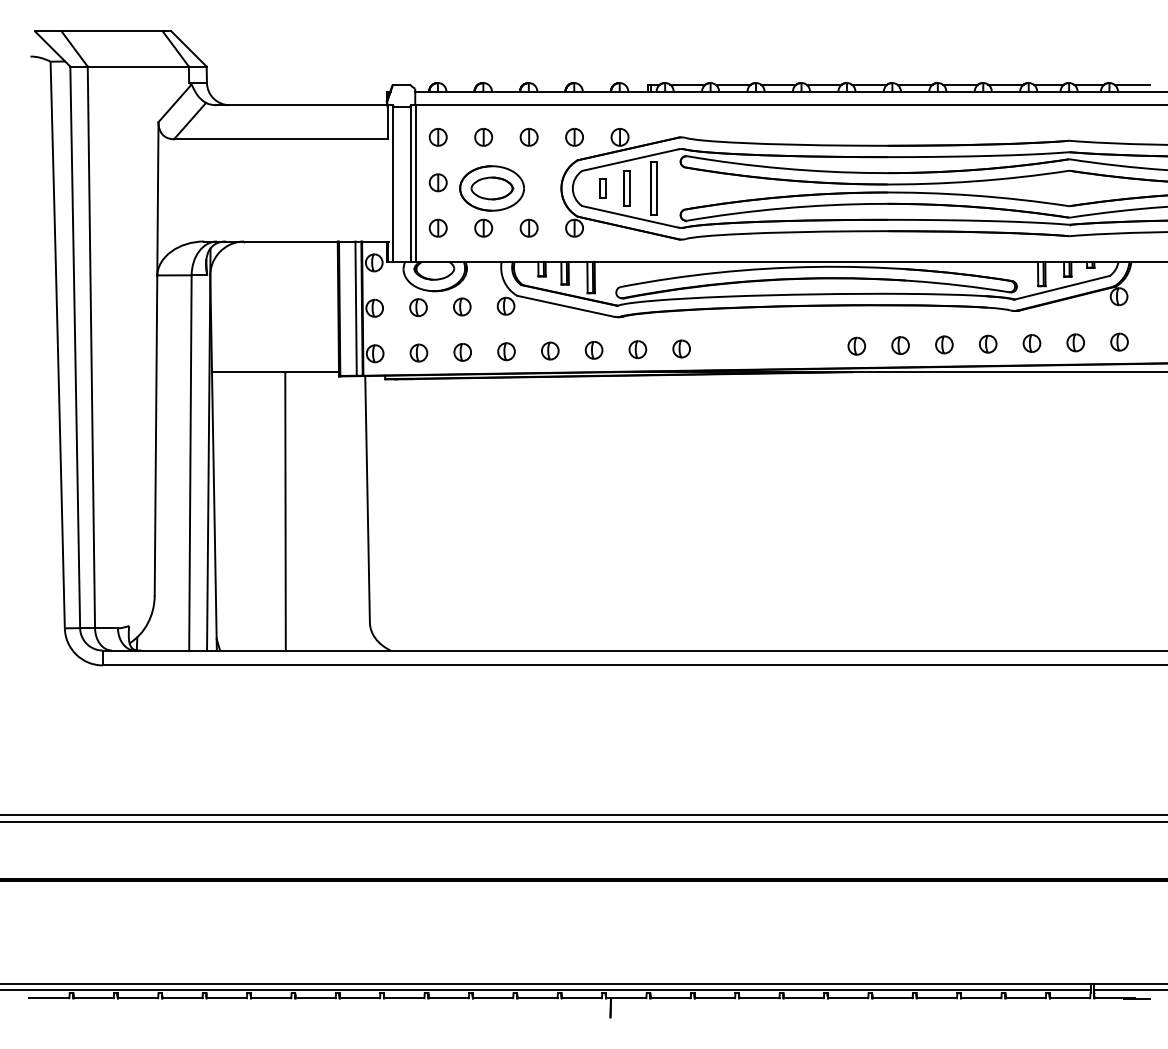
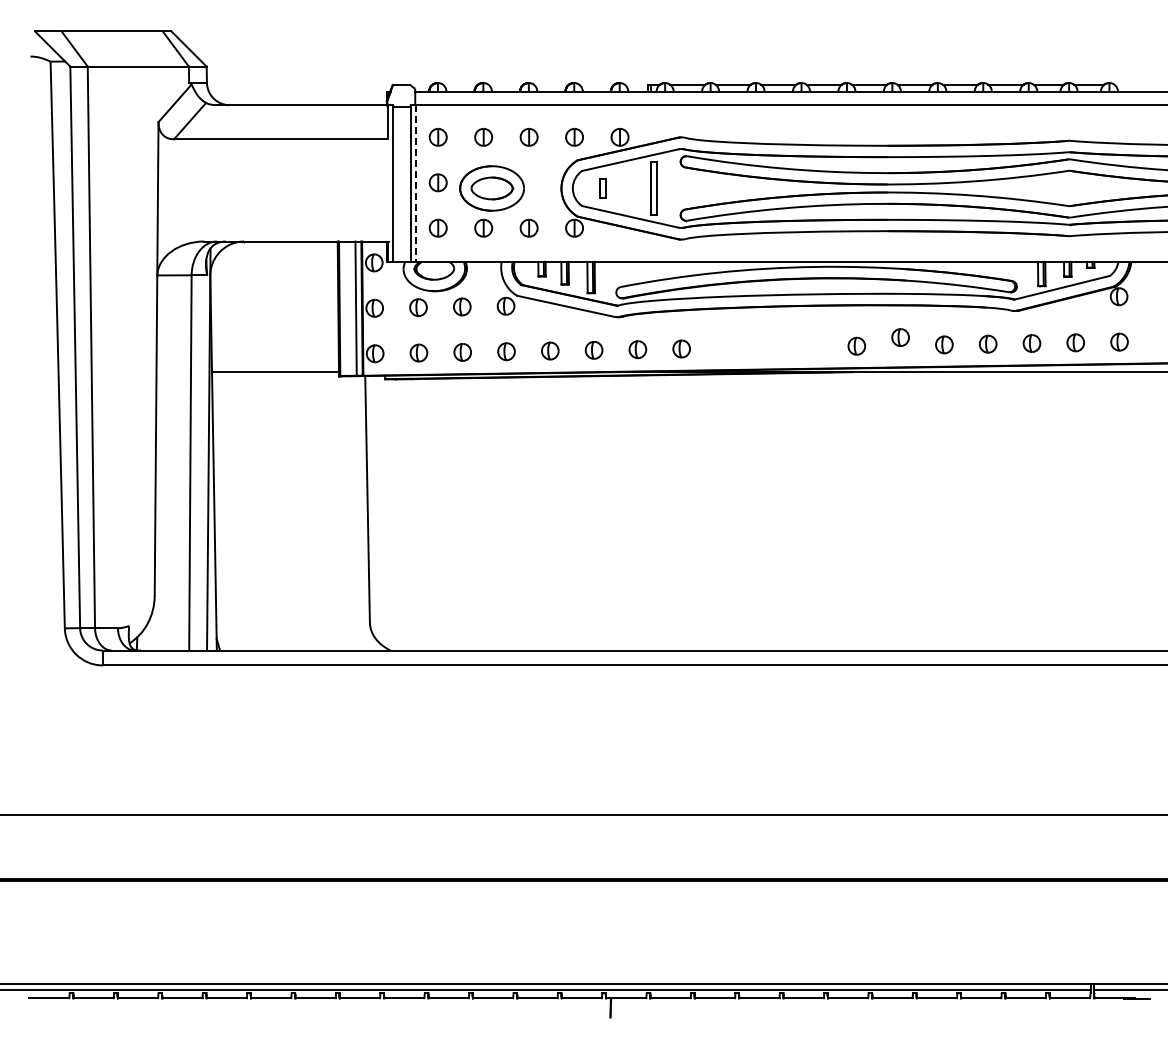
line at (1131, 84): present -> none
line at (415, 184): solid -> dashed
part at (626, 188): present -> none
part at (900, 345) position: (900, 345) -> (900, 337)
line at (285, 511): present -> none
line at (583, 821): present -> none
